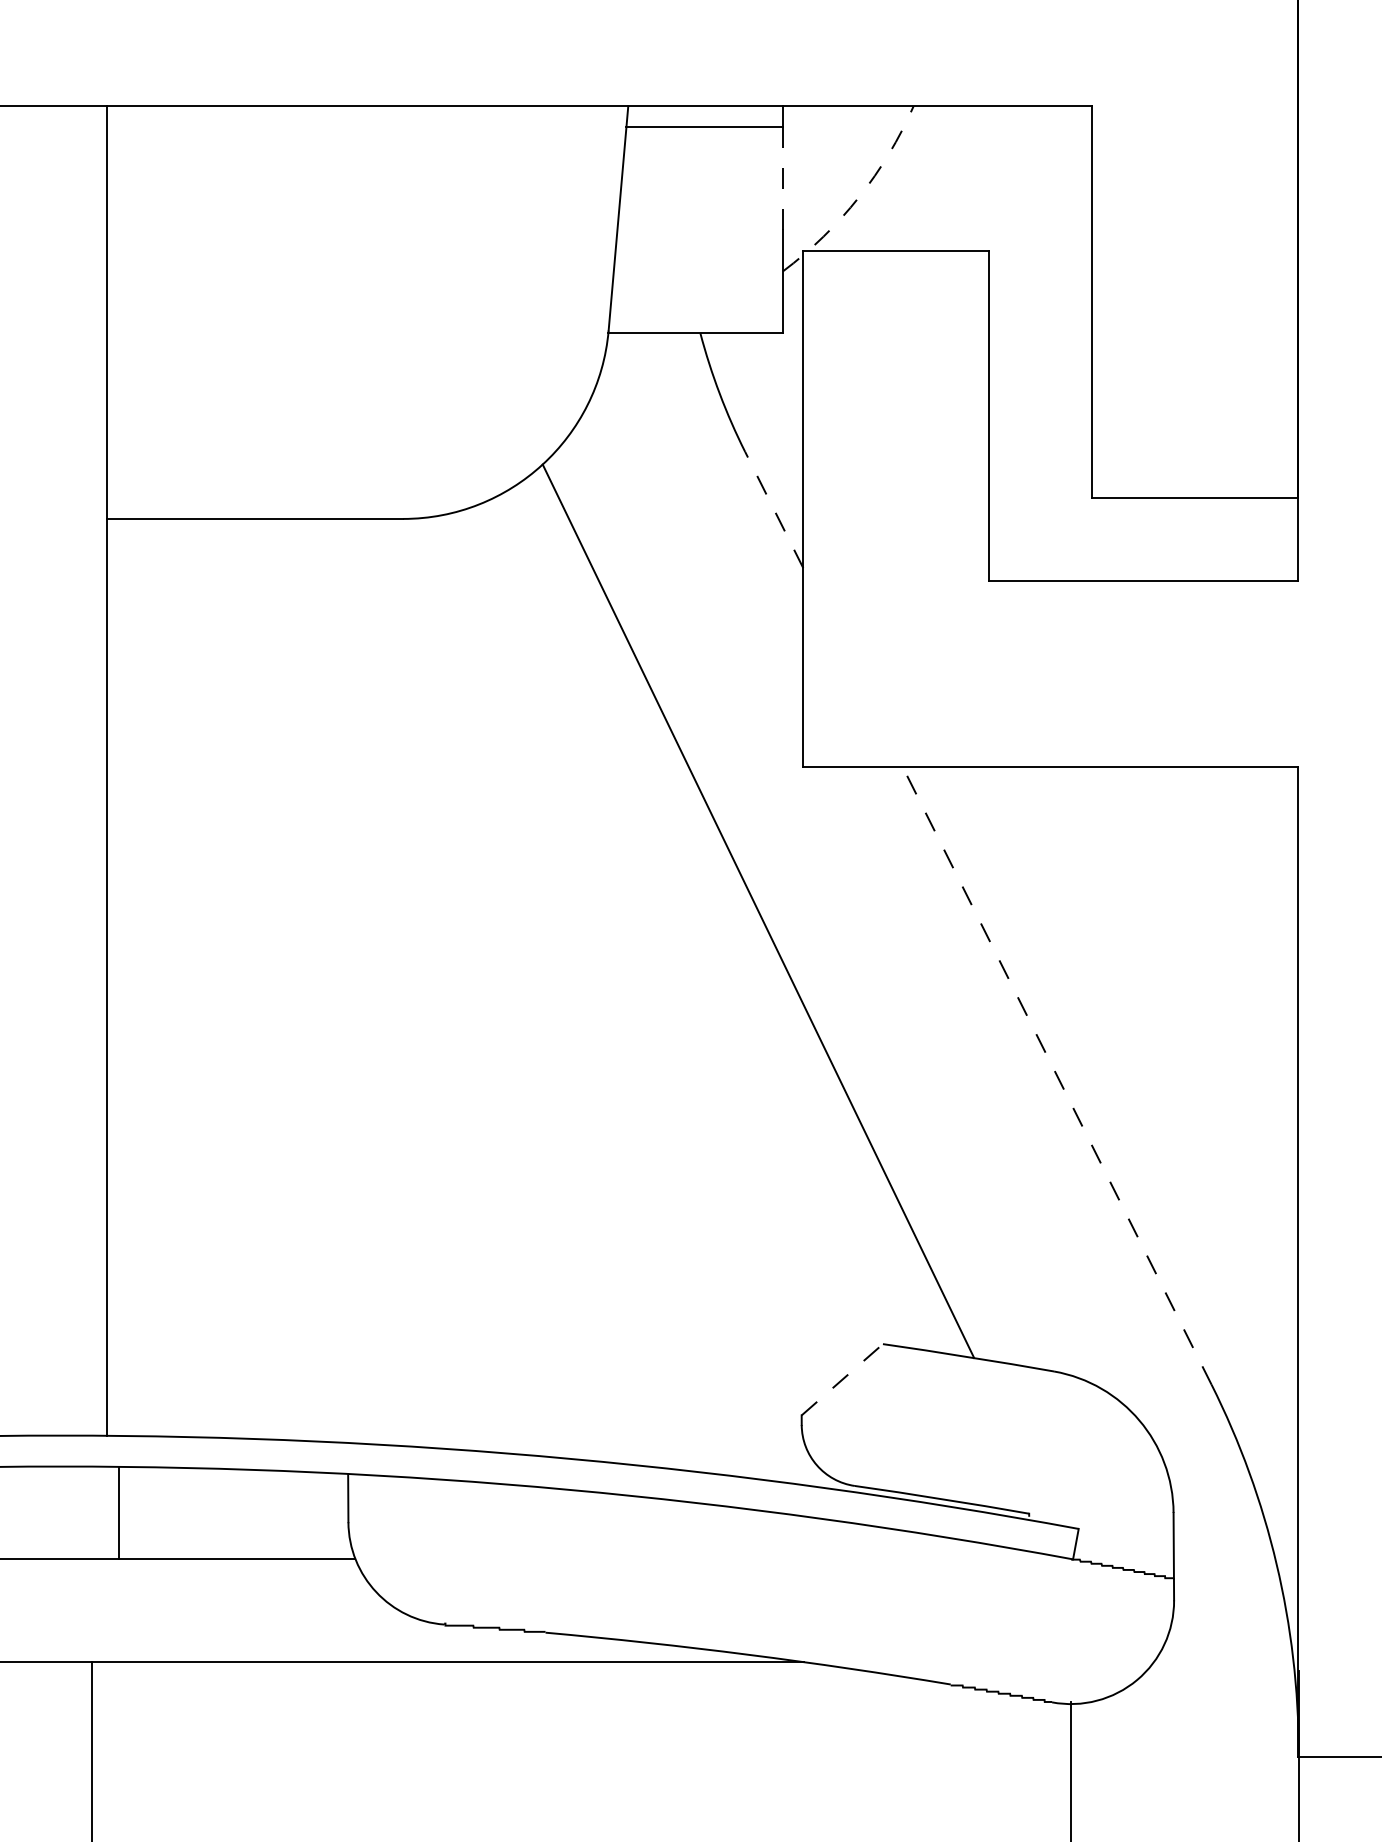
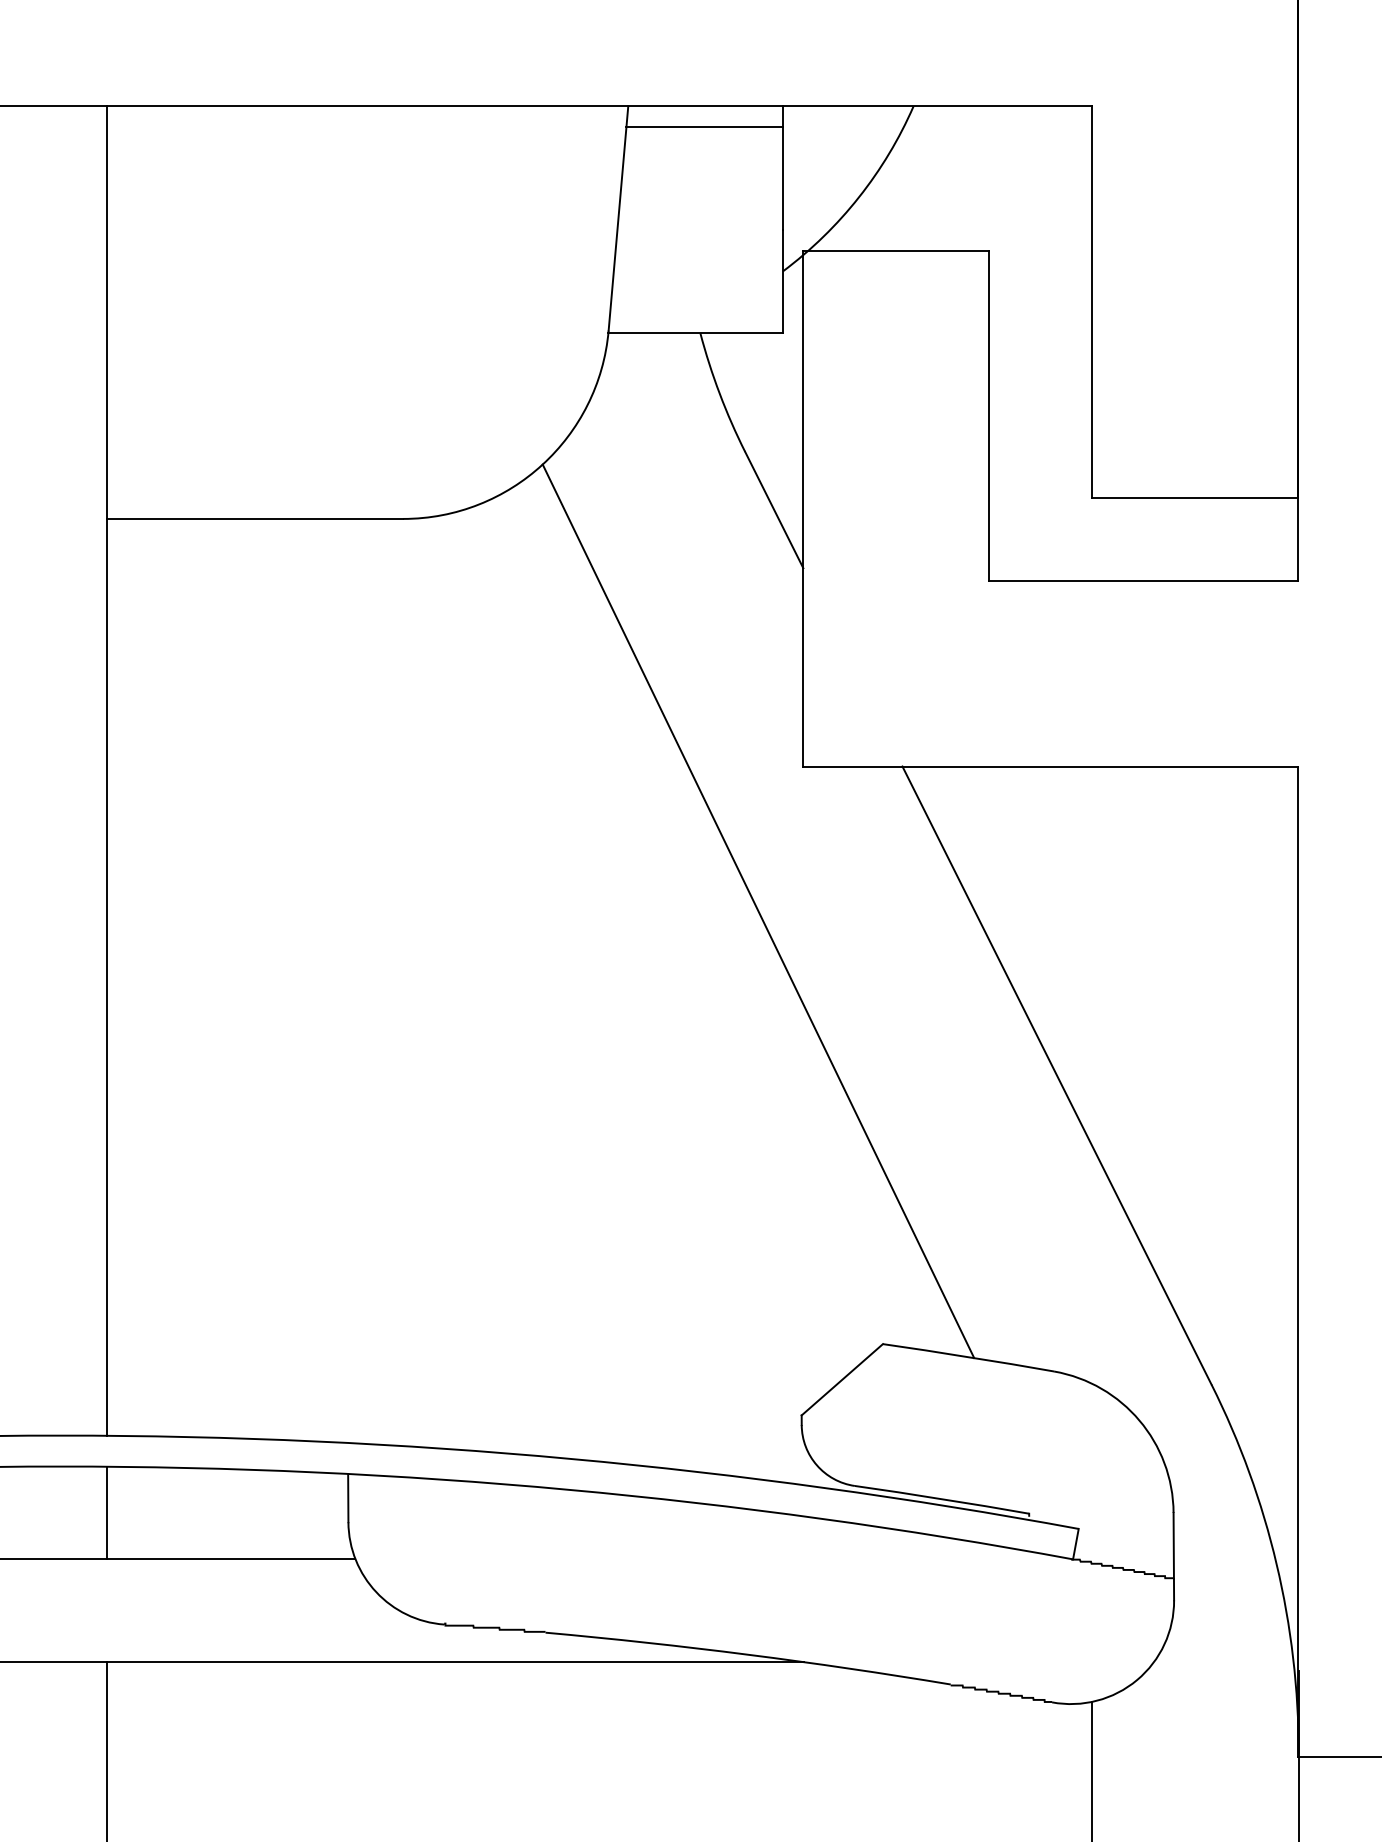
line at (782, 178): dashed -> solid
arc at (858, 197): dashed -> solid
line at (774, 509): dashed -> solid
line at (1057, 1075): dashed -> solid
line at (842, 1379): dashed -> solid
line at (119, 1512) position: (119, 1512) -> (107, 1512)
line at (92, 1750) position: (92, 1750) -> (107, 1750)
line at (1071, 1769) position: (1071, 1769) -> (1092, 1769)
